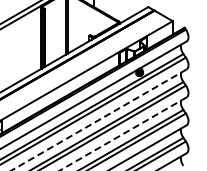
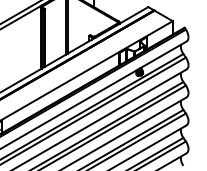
line at (98, 120): dashed -> solid
line at (122, 134): dashed -> solid
